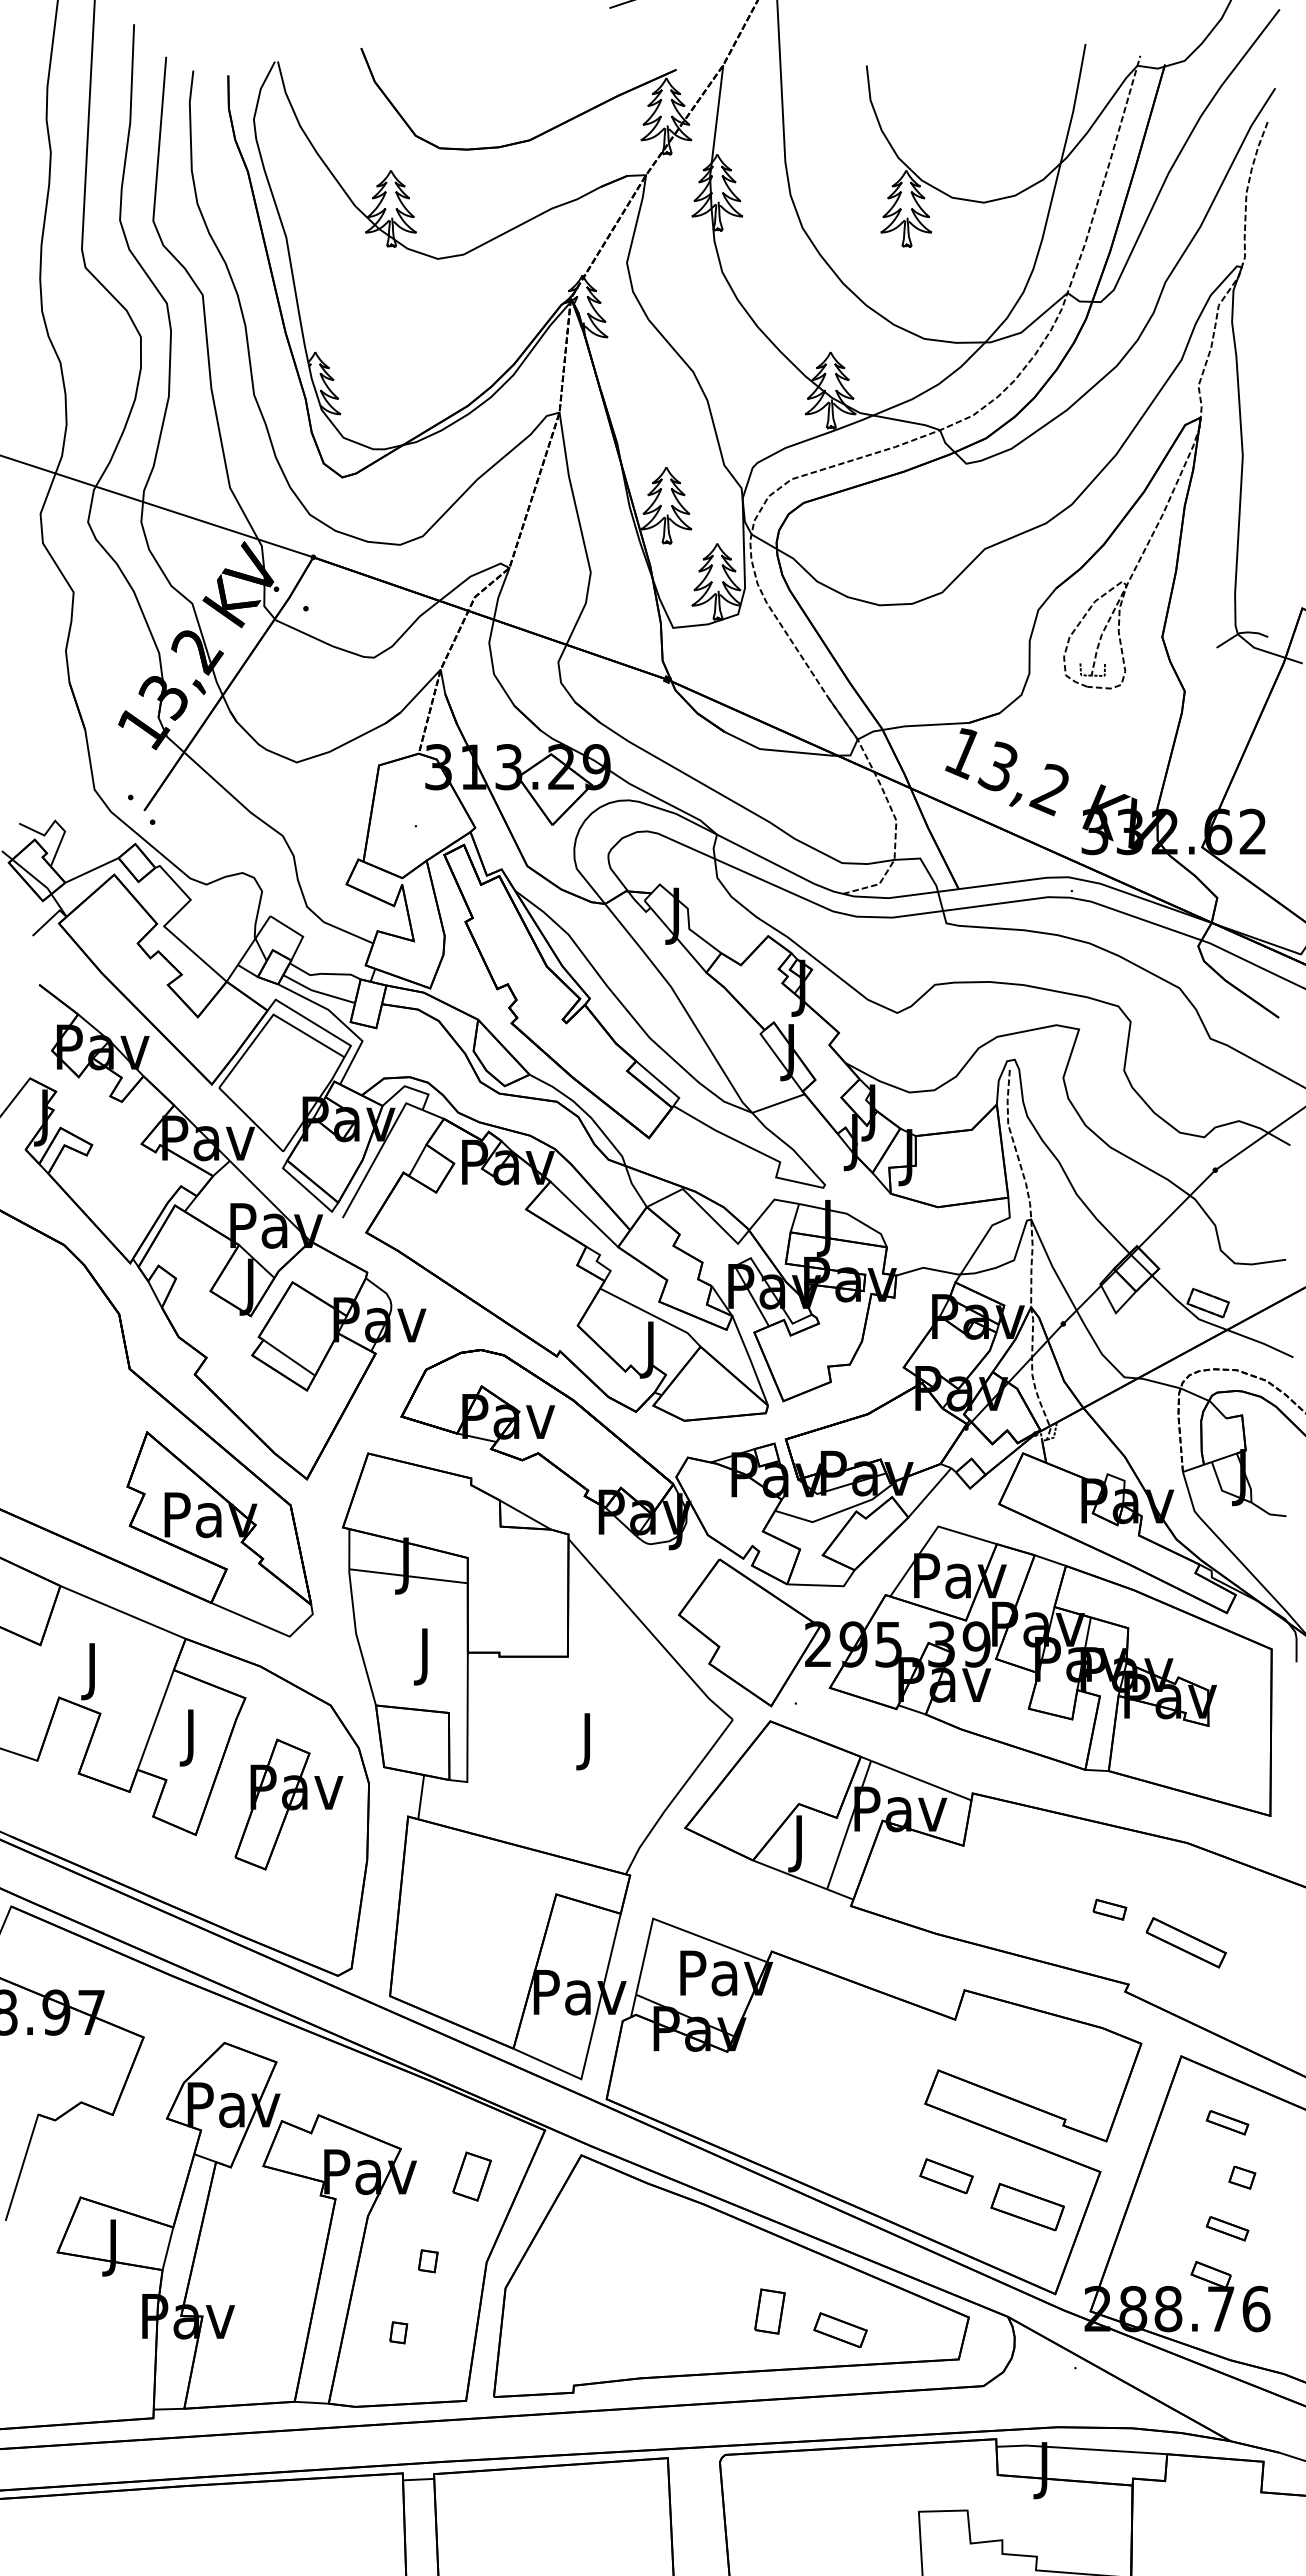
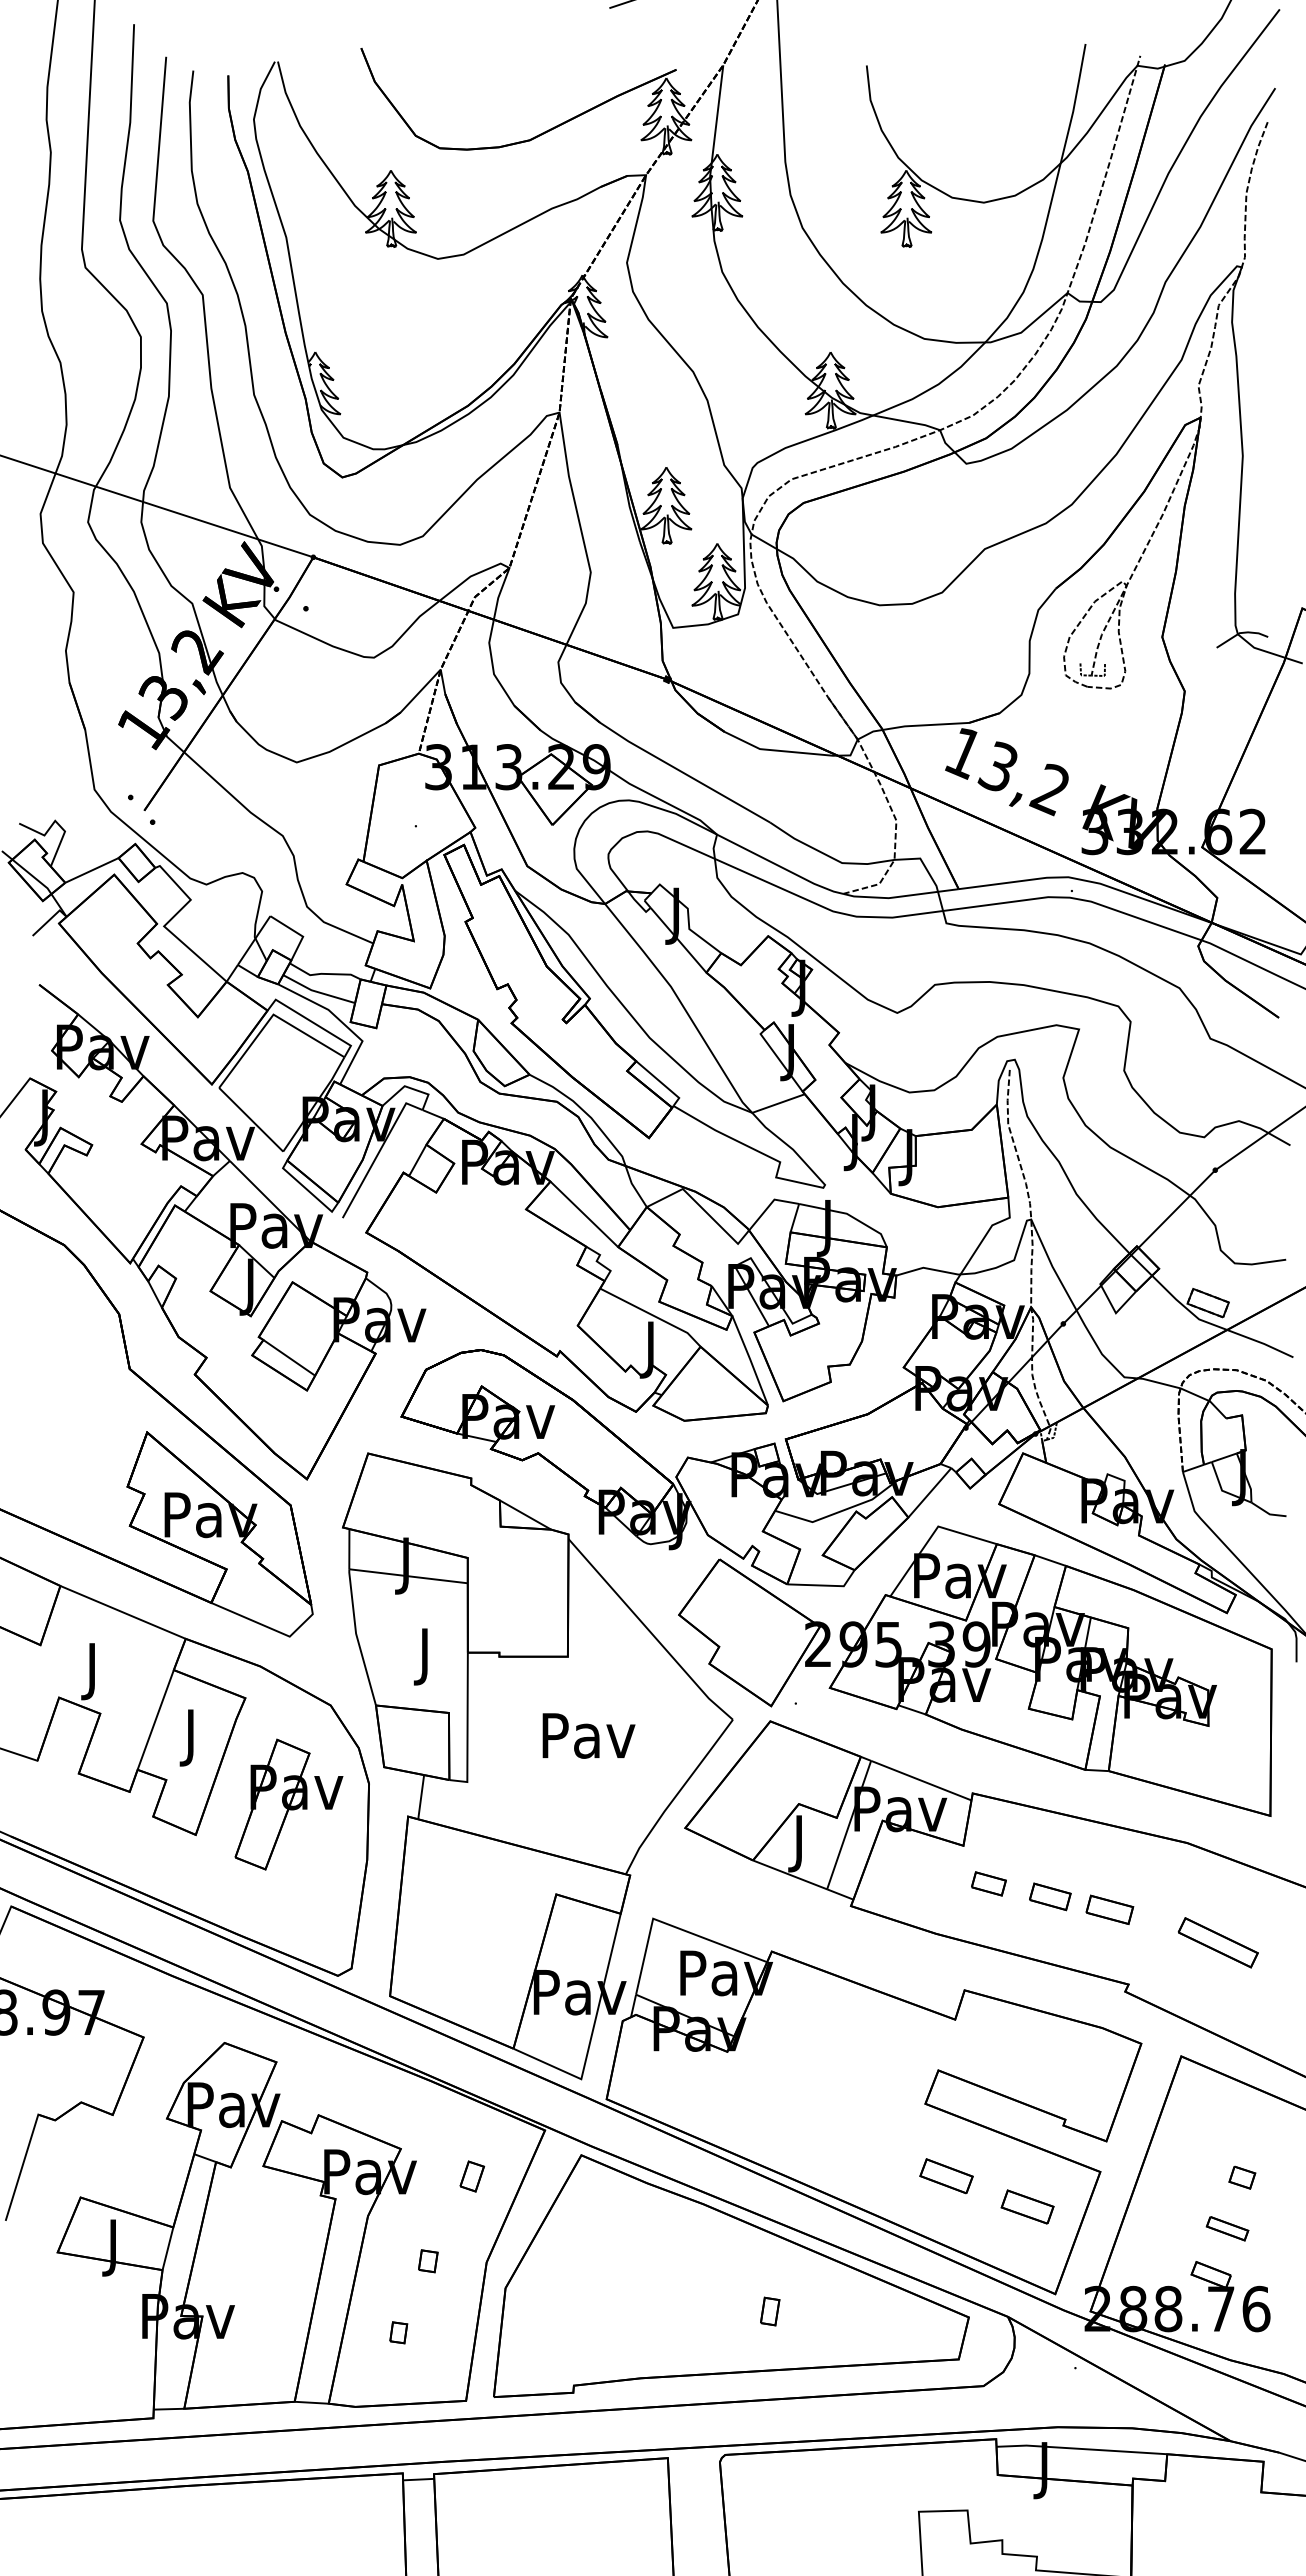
text at (588, 1741): J -> Pav
part at (988, 1883): none -> present
part at (1050, 1896): none -> present
part at (1109, 1909) size: 36x23 px -> 50x31 px
part at (1185, 1942) position: (1185, 1942) -> (1217, 1942)
part at (1227, 2122): present -> none
part at (471, 2176) size: 40x51 px -> 27x33 px
part at (1027, 2206) size: 75x50 px -> 55x36 px
part at (769, 2311) size: 32x47 px -> 21x31 px
part at (840, 2330): present -> none
